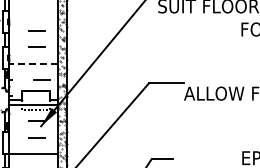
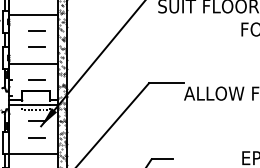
line at (33, 14): none -> present
line at (33, 63): dashed -> solid
line at (41, 79) position: (41, 79) -> (36, 79)
